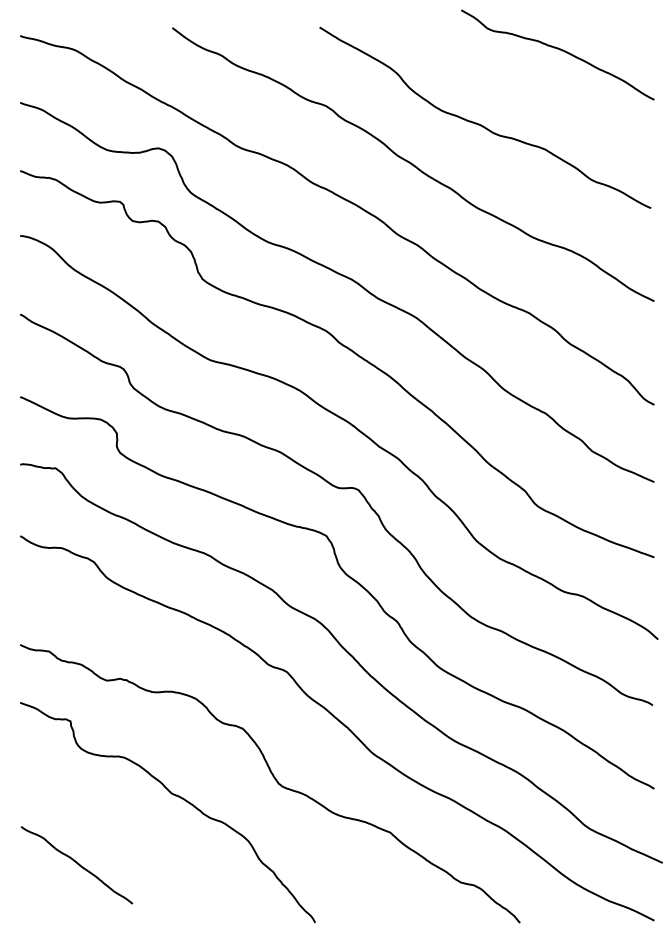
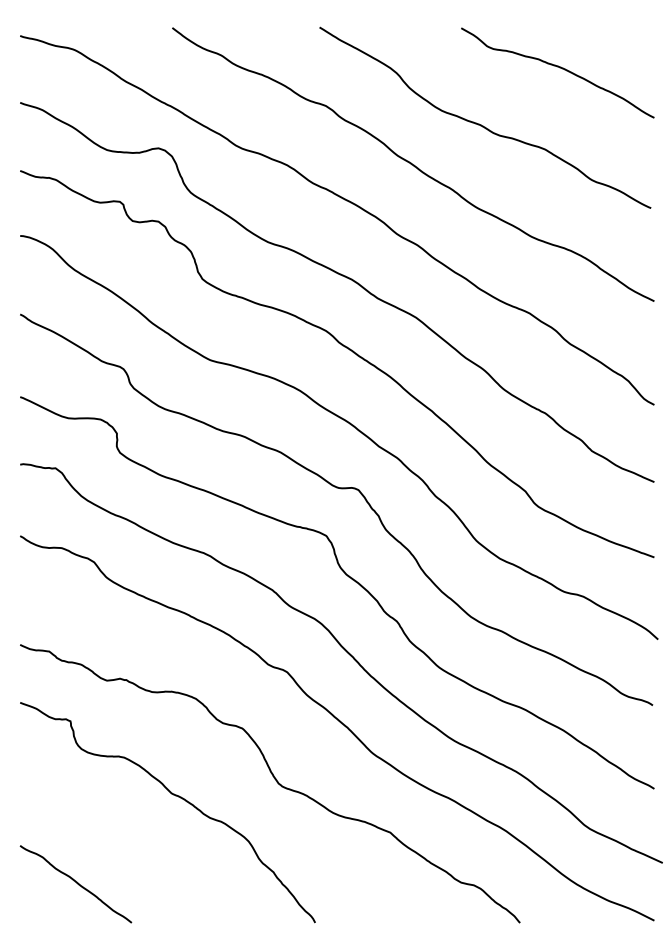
curve at (559, 50) position: (559, 50) -> (559, 68)
curve at (77, 864) position: (77, 864) -> (76, 883)
